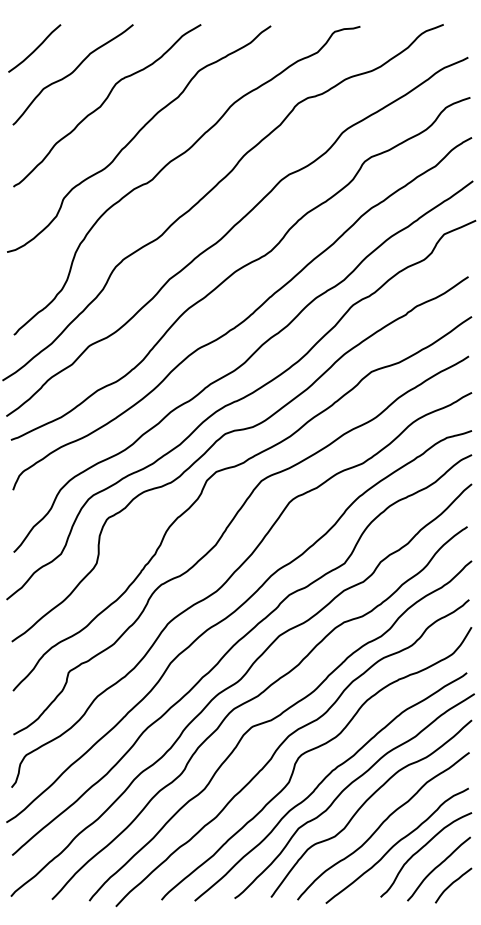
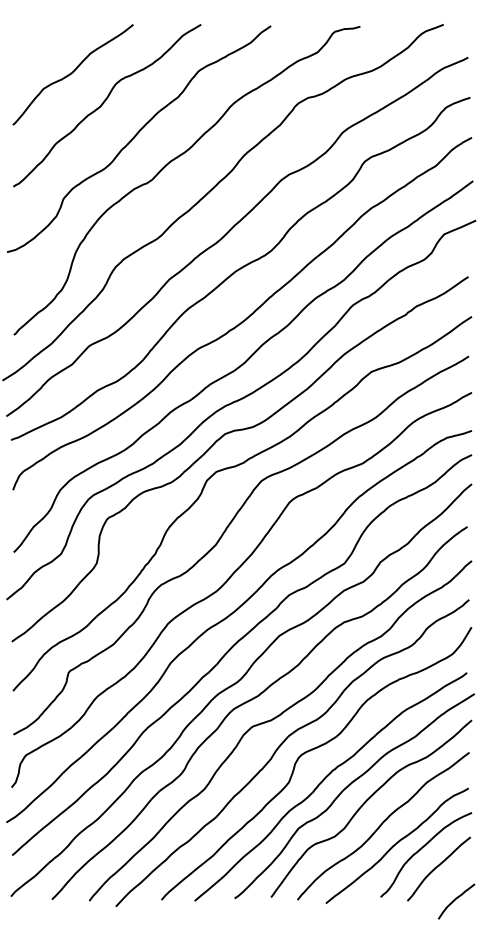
curve at (35, 48): present -> none
curve at (452, 884) position: (452, 884) -> (455, 900)
